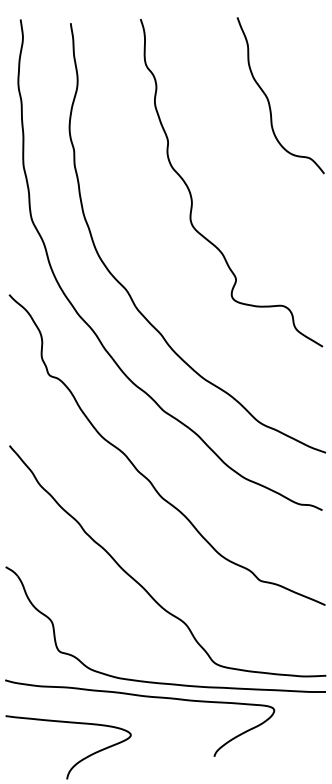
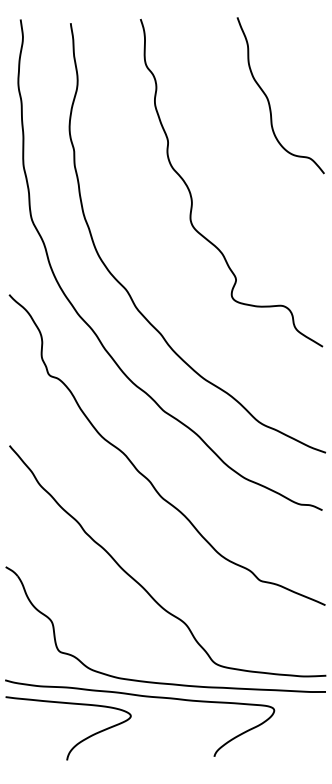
curve at (76, 762) position: (76, 762) -> (76, 743)
